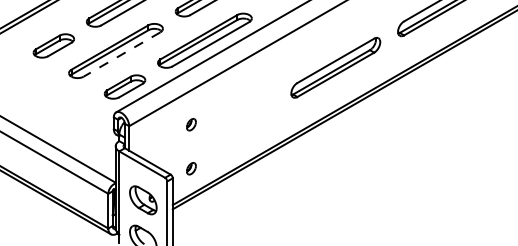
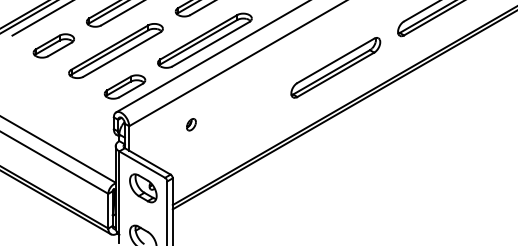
line at (41, 18): none -> present
line at (121, 54): dashed -> solid
part at (191, 168): present -> none
part at (143, 200) position: (143, 200) -> (143, 188)
